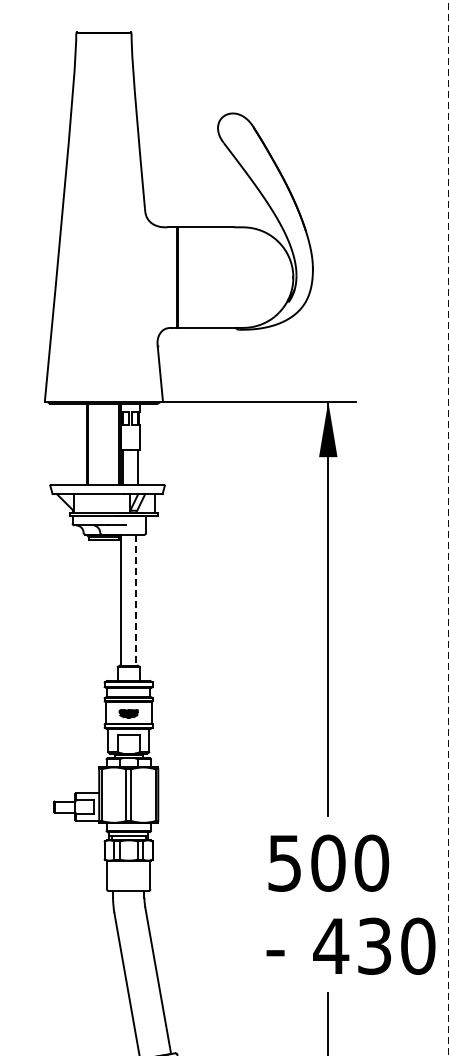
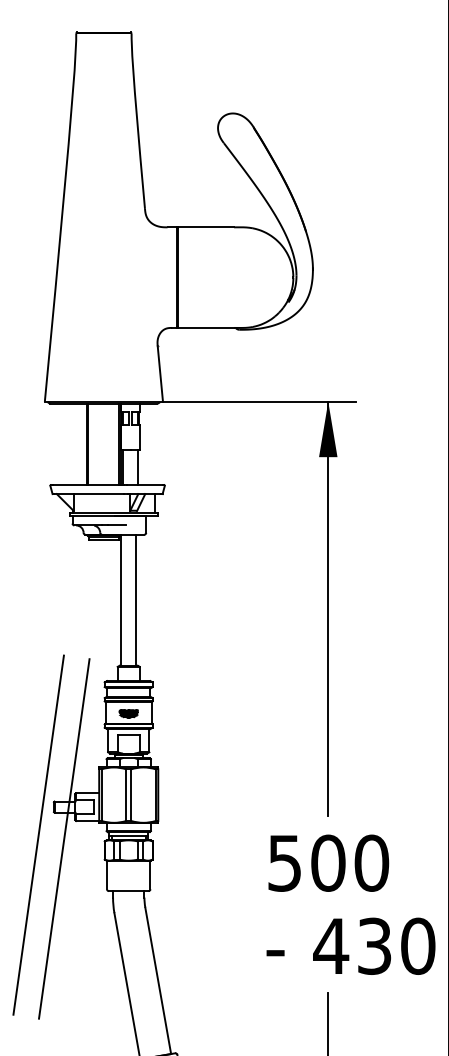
line at (448, 527): dashed -> solid
line at (136, 600): dashed -> solid
line at (38, 834): none -> present
line at (64, 838): none -> present
